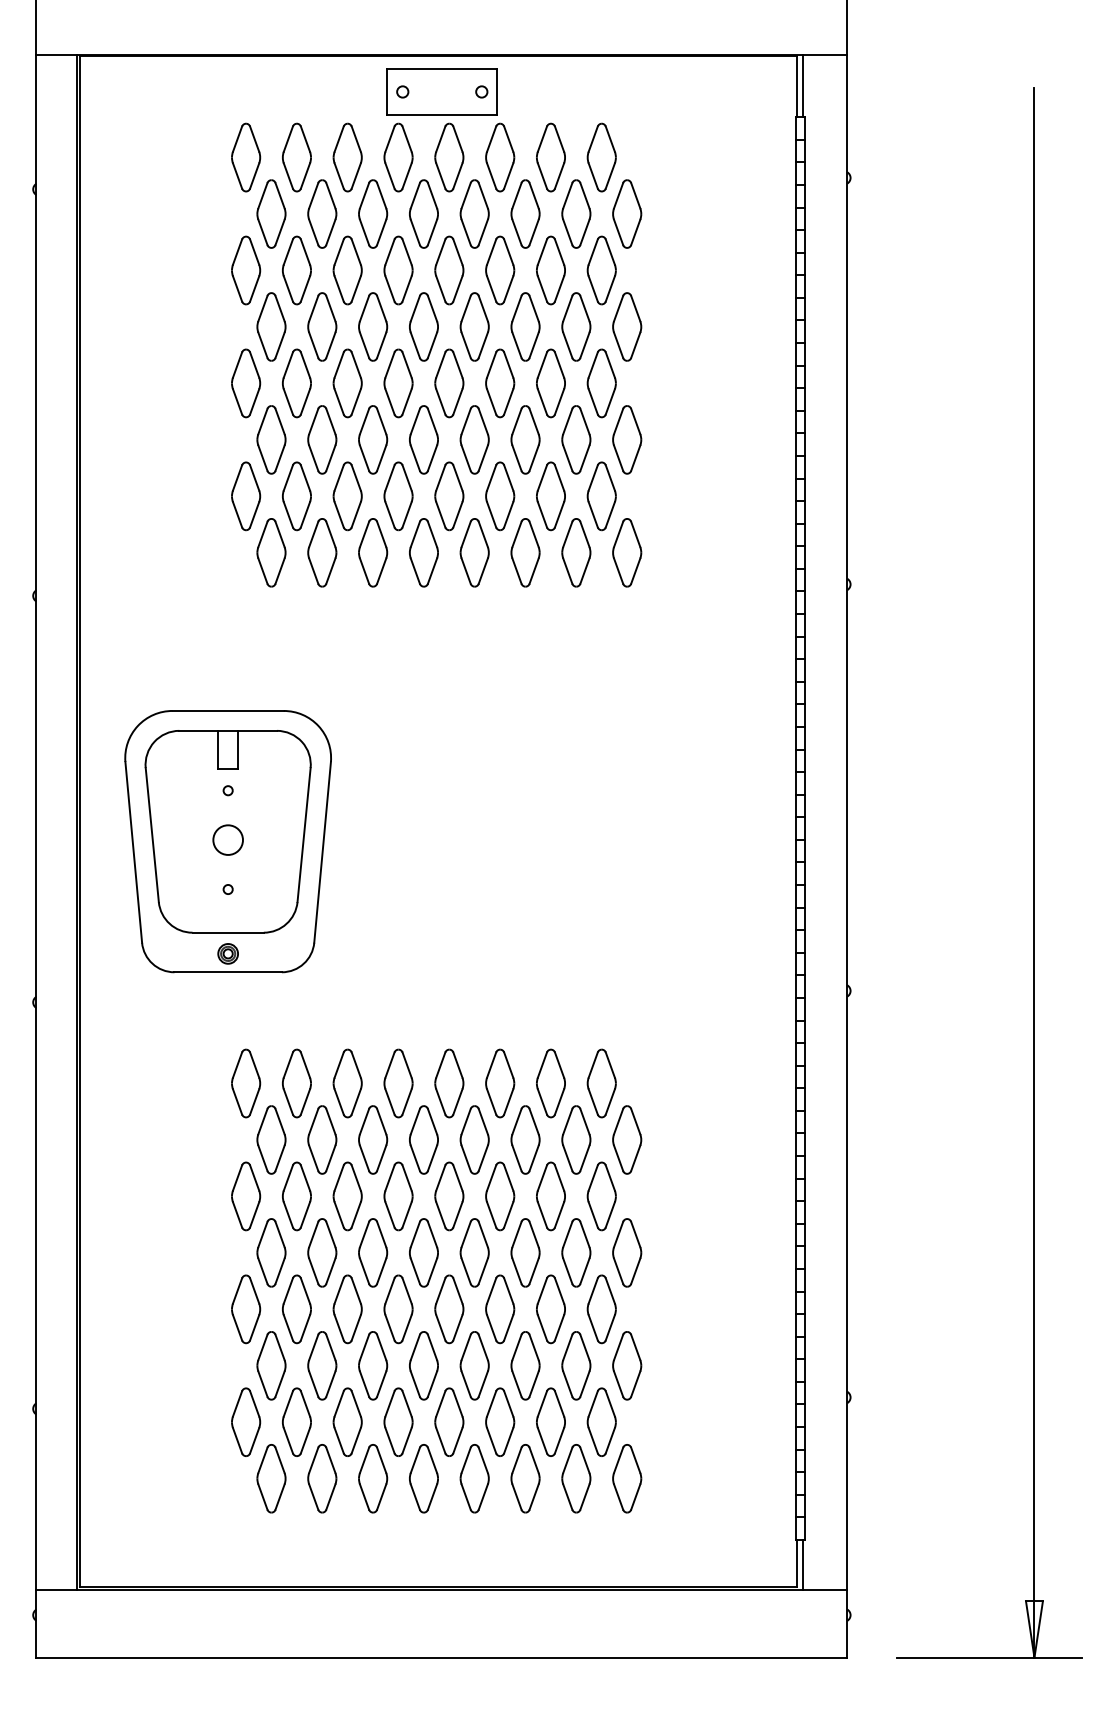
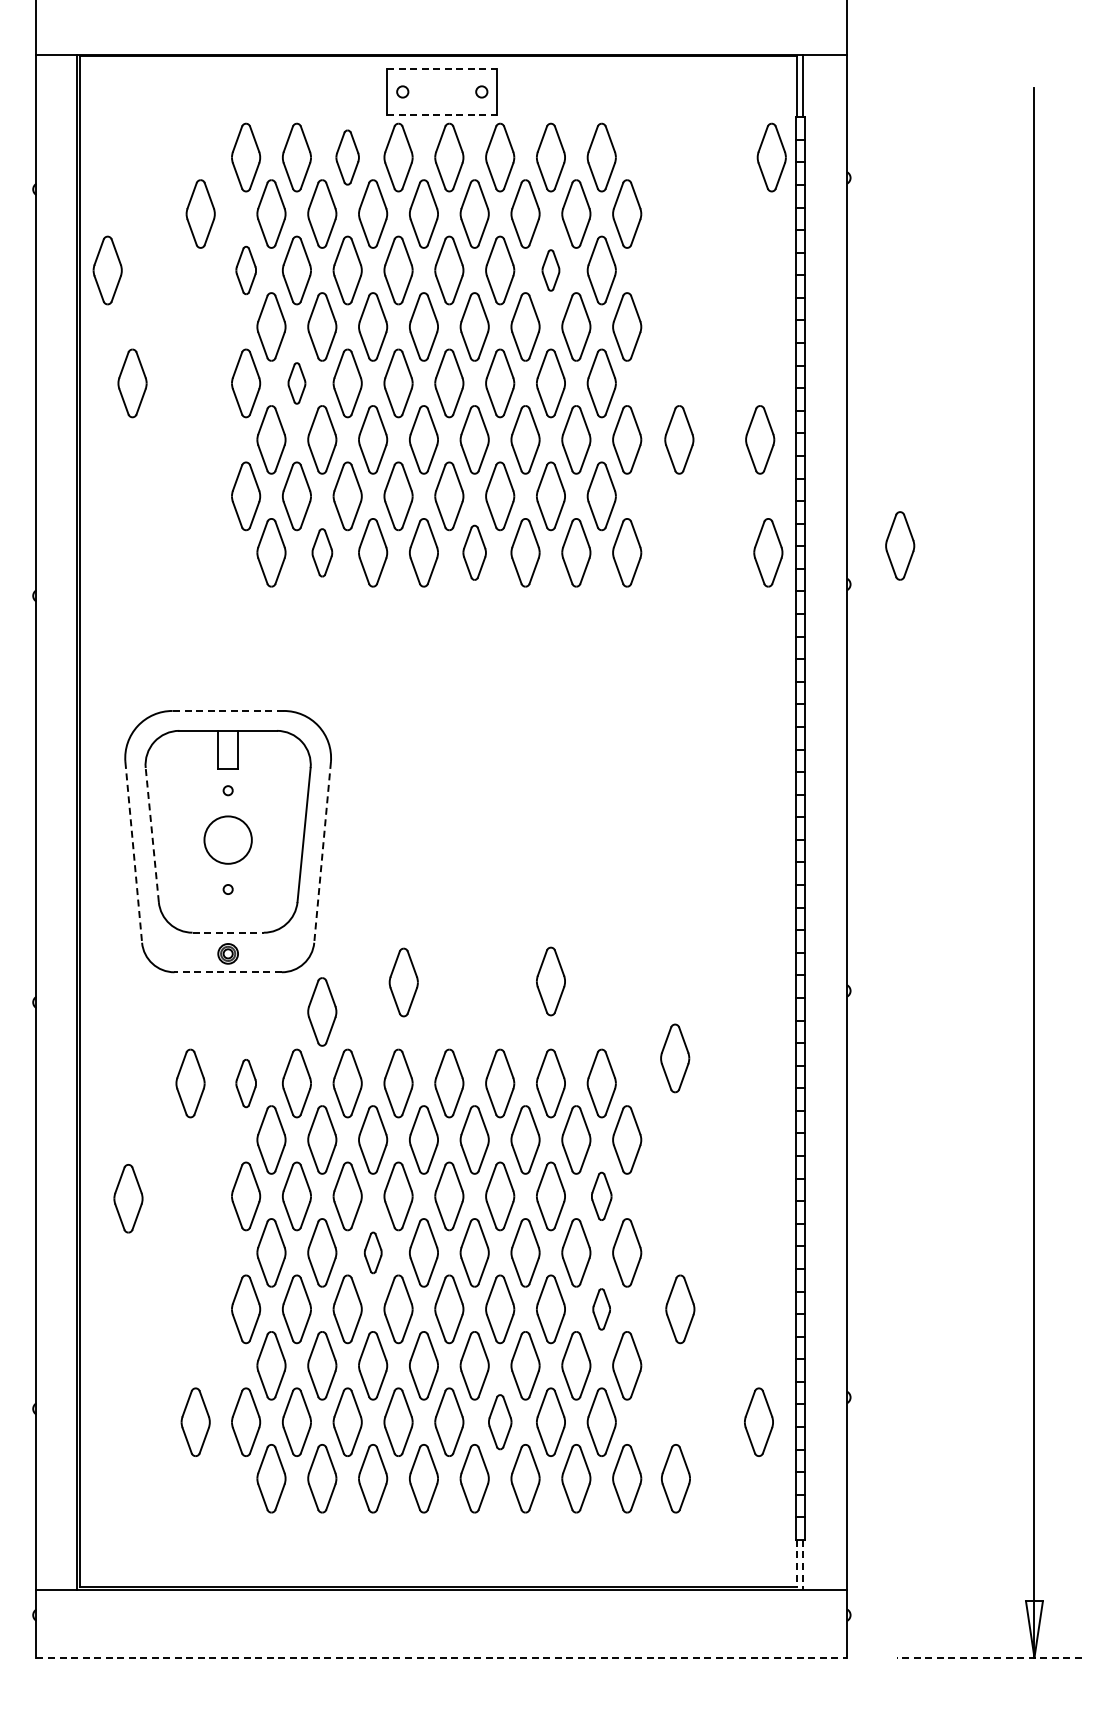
line at (442, 69): solid -> dashed
line at (442, 114): solid -> dashed
part at (347, 157) size: 31x71 px -> 25x57 px
part at (771, 157): none -> present
part at (200, 213): none -> present
part at (107, 270): none -> present
part at (246, 270) size: 31x71 px -> 22x51 px
part at (550, 270) size: 30x71 px -> 20x43 px
part at (132, 383): none -> present
part at (296, 383) size: 30x71 px -> 20x43 px
part at (679, 439): none -> present
part at (760, 439): none -> present
part at (900, 545): none -> present
part at (322, 552) size: 31x70 px -> 23x50 px
part at (474, 552) size: 31x70 px -> 25x57 px
part at (768, 552): none -> present
line at (228, 710): solid -> dashed
line at (152, 834): solid -> dashed
circle at (227, 839) diameter: 30 px -> 47 px
line at (133, 852): solid -> dashed
line at (322, 852): solid -> dashed
line at (228, 932): solid -> dashed
line at (228, 972): solid -> dashed
part at (550, 981): none -> present
part at (403, 982): none -> present
part at (322, 1011): none -> present
part at (675, 1058): none -> present
part at (190, 1083): none -> present
part at (246, 1083) size: 31x71 px -> 22x50 px
part at (601, 1196) size: 31x71 px -> 22x50 px
part at (128, 1198): none -> present
part at (373, 1252) size: 31x70 px -> 20x44 px
part at (601, 1309) size: 31x71 px -> 19x43 px
part at (680, 1309): none -> present
part at (195, 1421): none -> present
part at (500, 1421) size: 31x70 px -> 25x57 px
part at (758, 1421): none -> present
part at (675, 1478): none -> present
line at (797, 1563): solid -> dashed
line at (803, 1565): solid -> dashed
line at (442, 1657): solid -> dashed
line at (989, 1657): solid -> dashed
